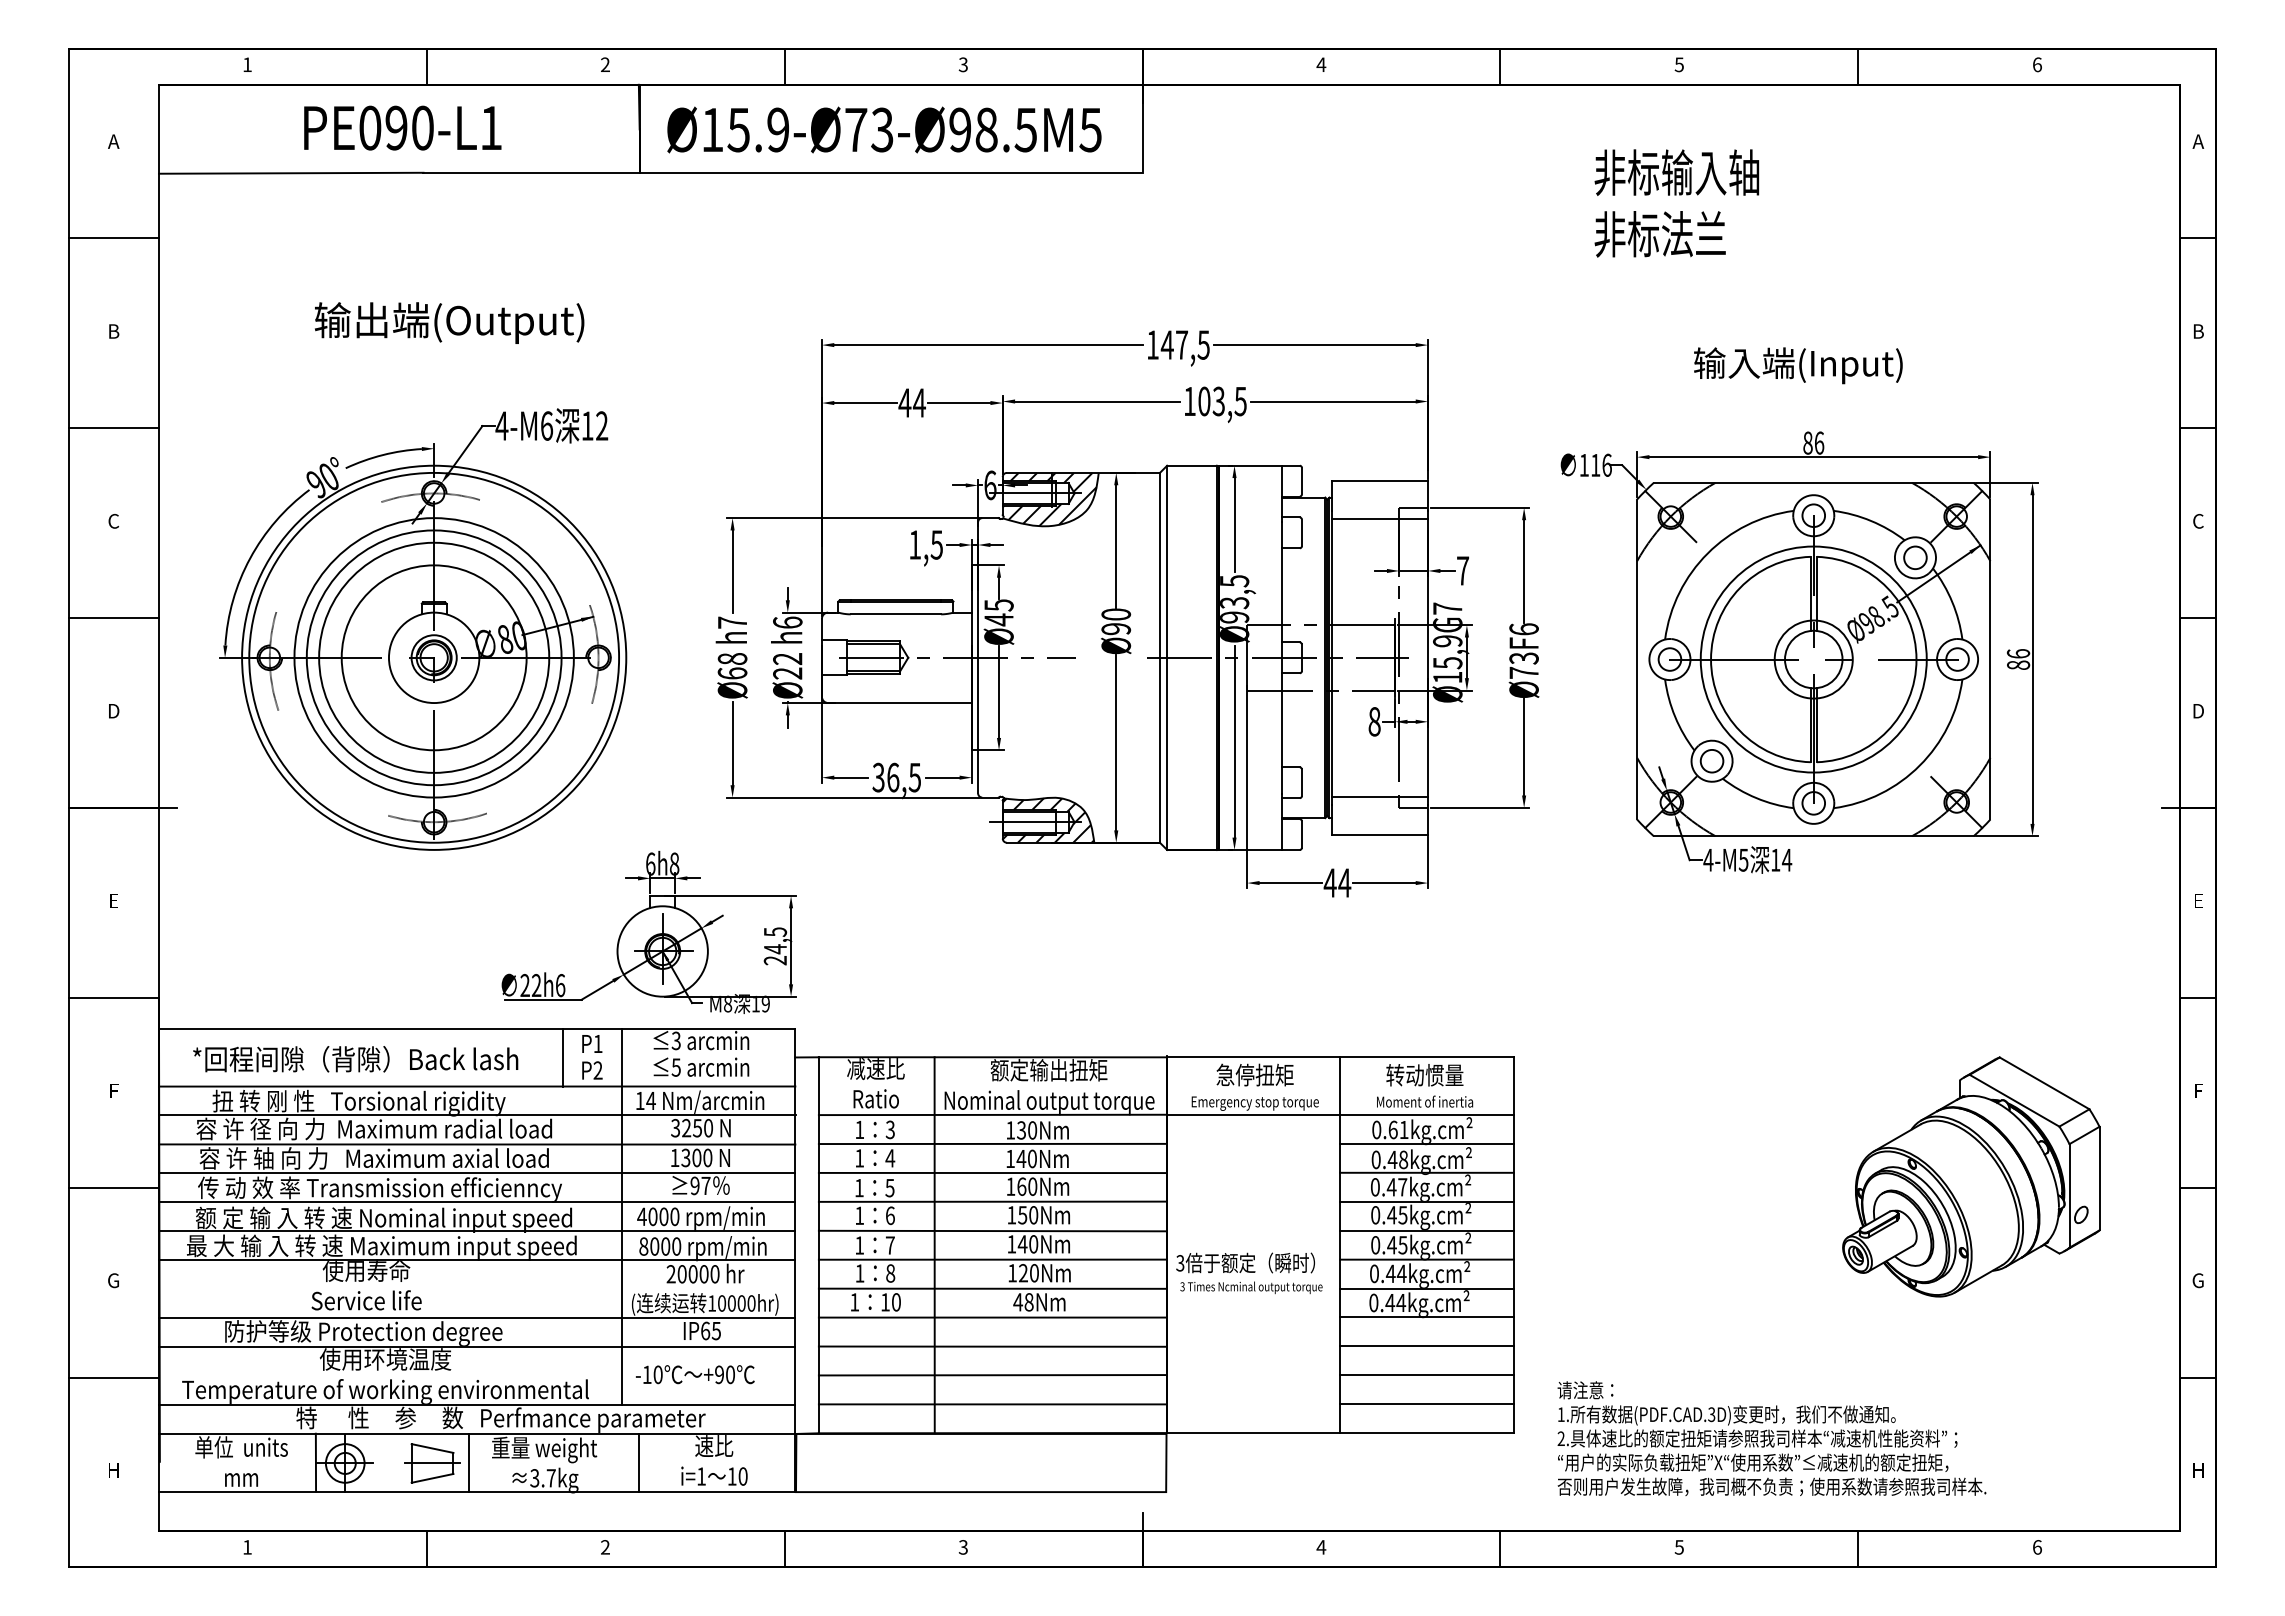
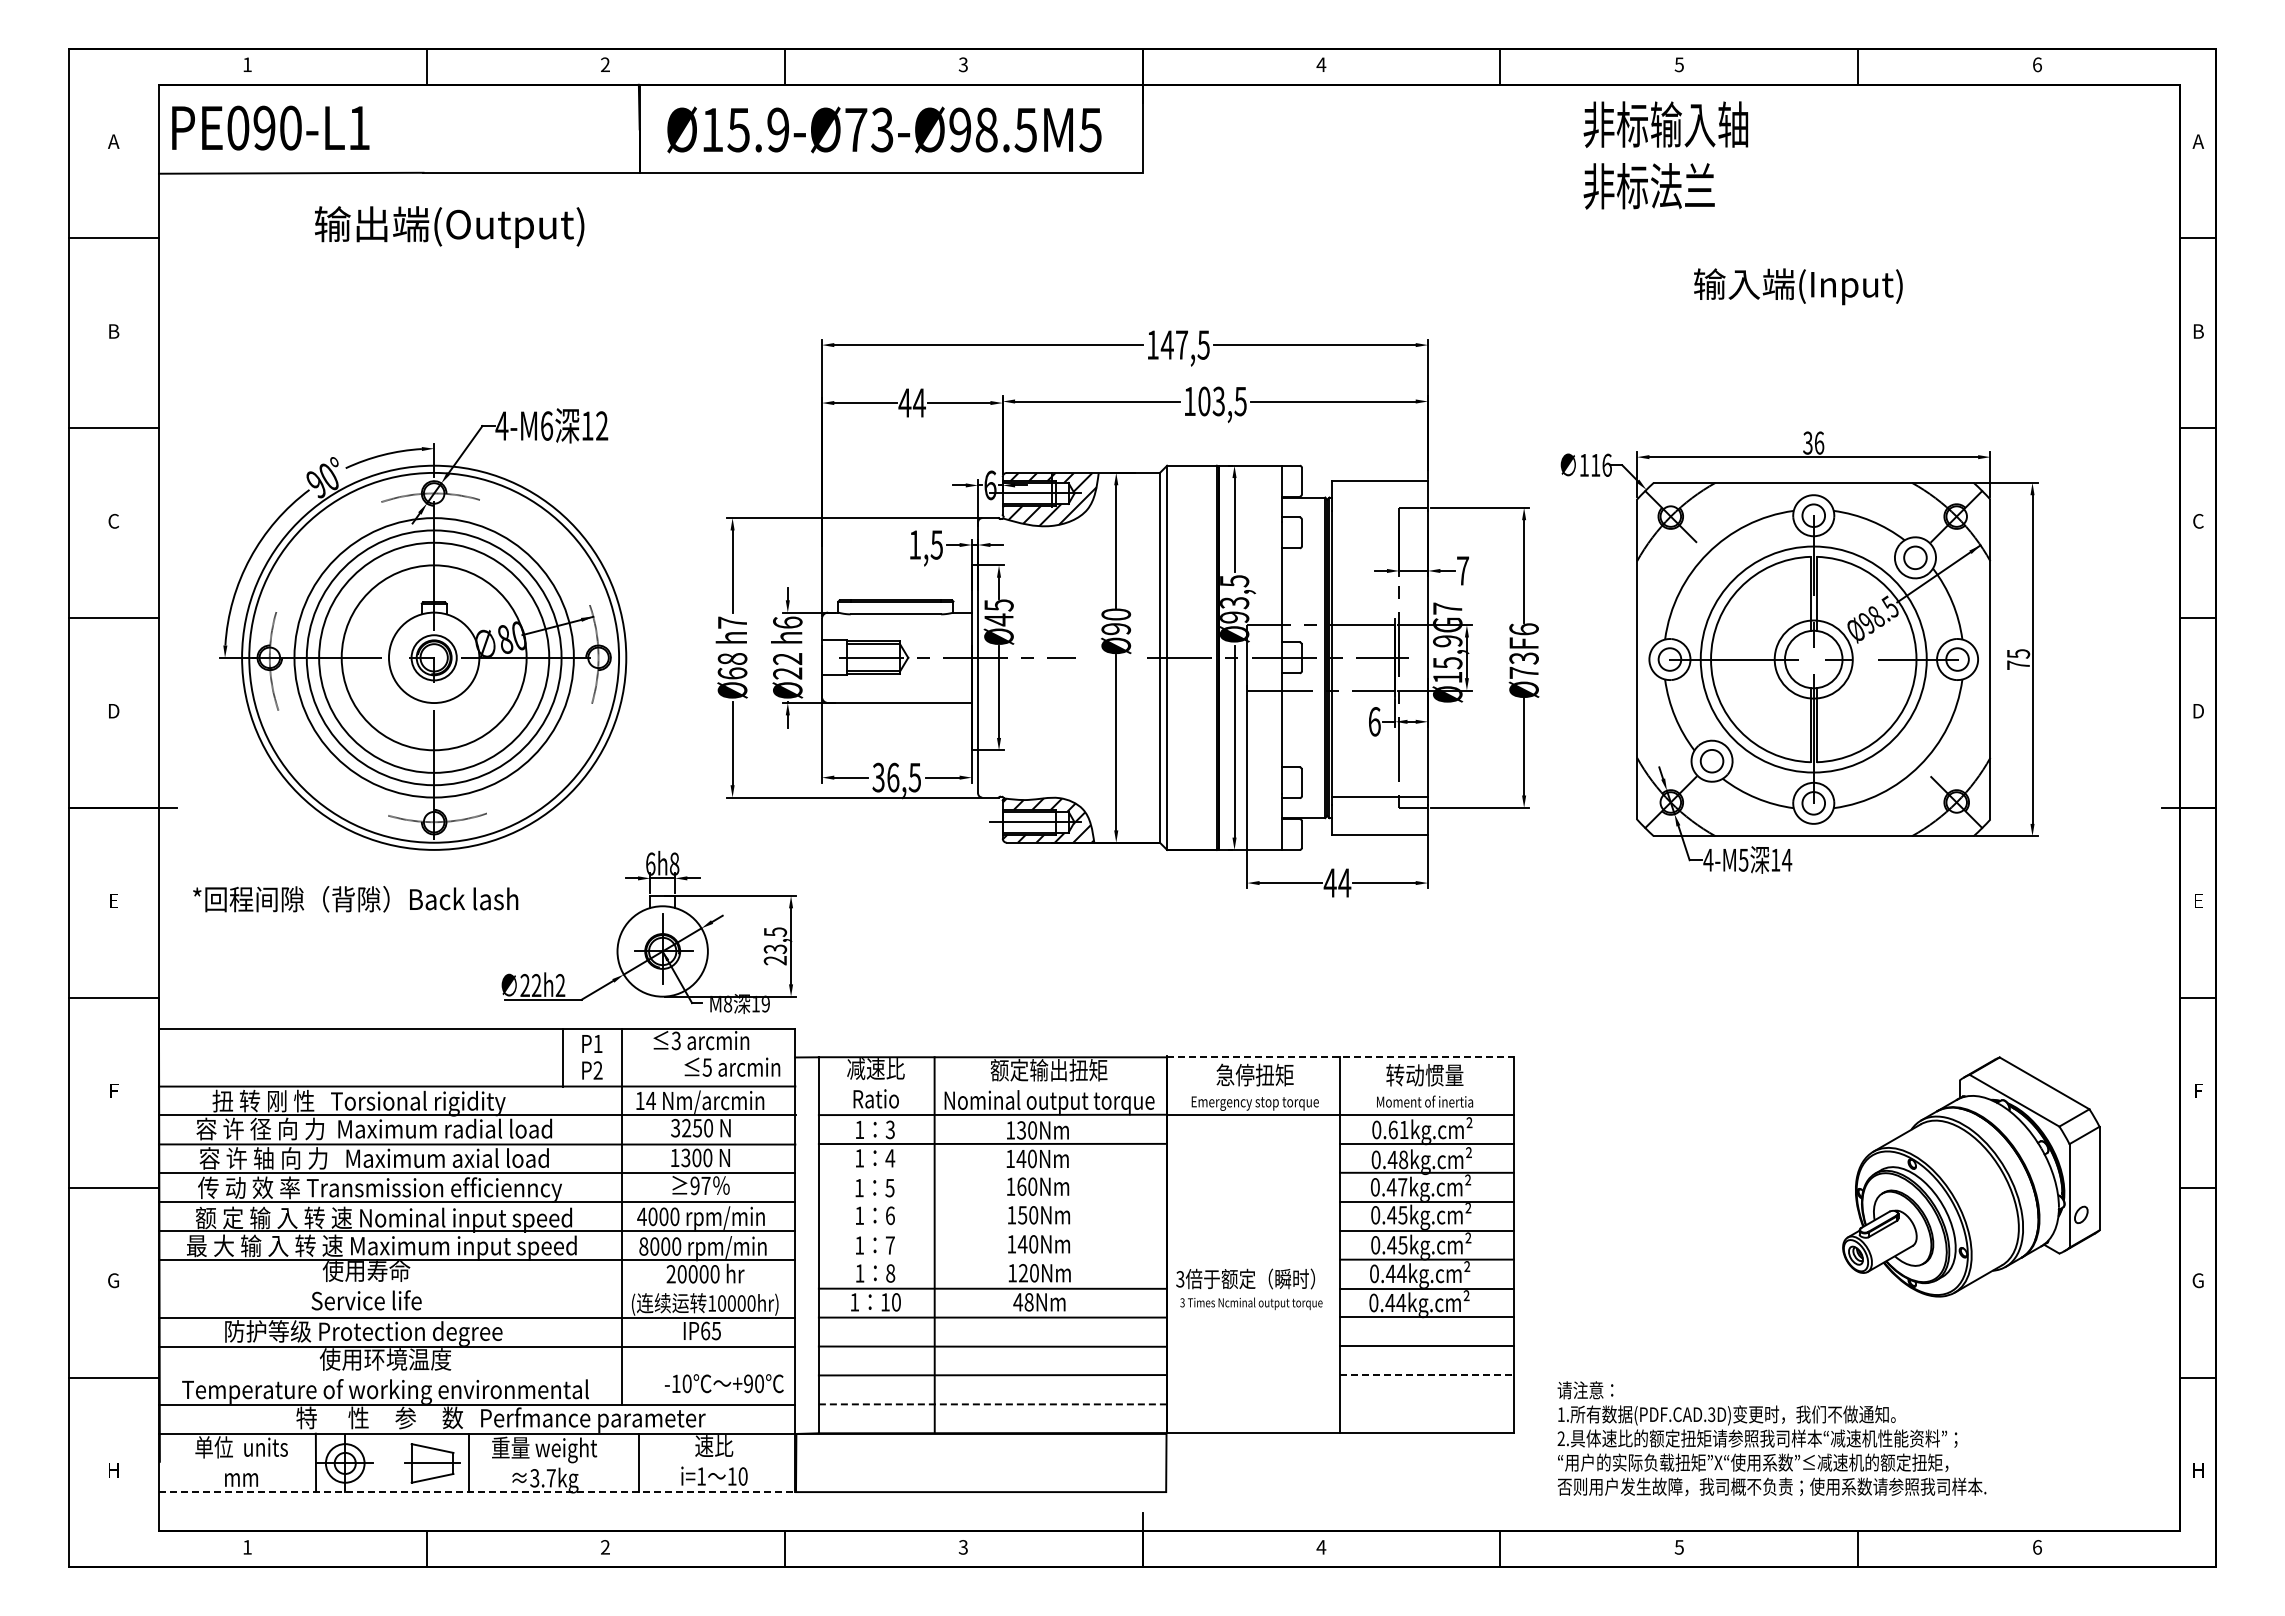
text at (402, 127) position: (402, 127) -> (270, 127)
text at (1676, 203) position: (1676, 203) -> (1665, 155)
text at (449, 322) position: (449, 322) -> (449, 226)
text at (1798, 365) position: (1798, 365) -> (1798, 286)
text at (1807, 442): 86 -> 36
line at (1379, 518): present -> none
text at (2018, 659): 86 -> 75
text at (1374, 721): 8 -> 6
text at (775, 949): 24,5 -> 23,5
text at (560, 985): h6 -> h2
line at (1340, 1057): solid -> dashed
text at (355, 1059) position: (355, 1059) -> (355, 899)
text at (701, 1066) position: (701, 1066) -> (732, 1066)
line at (992, 1172): present -> none
line at (992, 1201): present -> none
line at (992, 1230): present -> none
line at (992, 1259): present -> none
text at (1249, 1273) position: (1249, 1273) -> (1249, 1289)
text at (695, 1374) position: (695, 1374) -> (724, 1383)
line at (1426, 1375): solid -> dashed
line at (992, 1404): solid -> dashed
line at (1426, 1404): present -> none
line at (477, 1491): solid -> dashed
